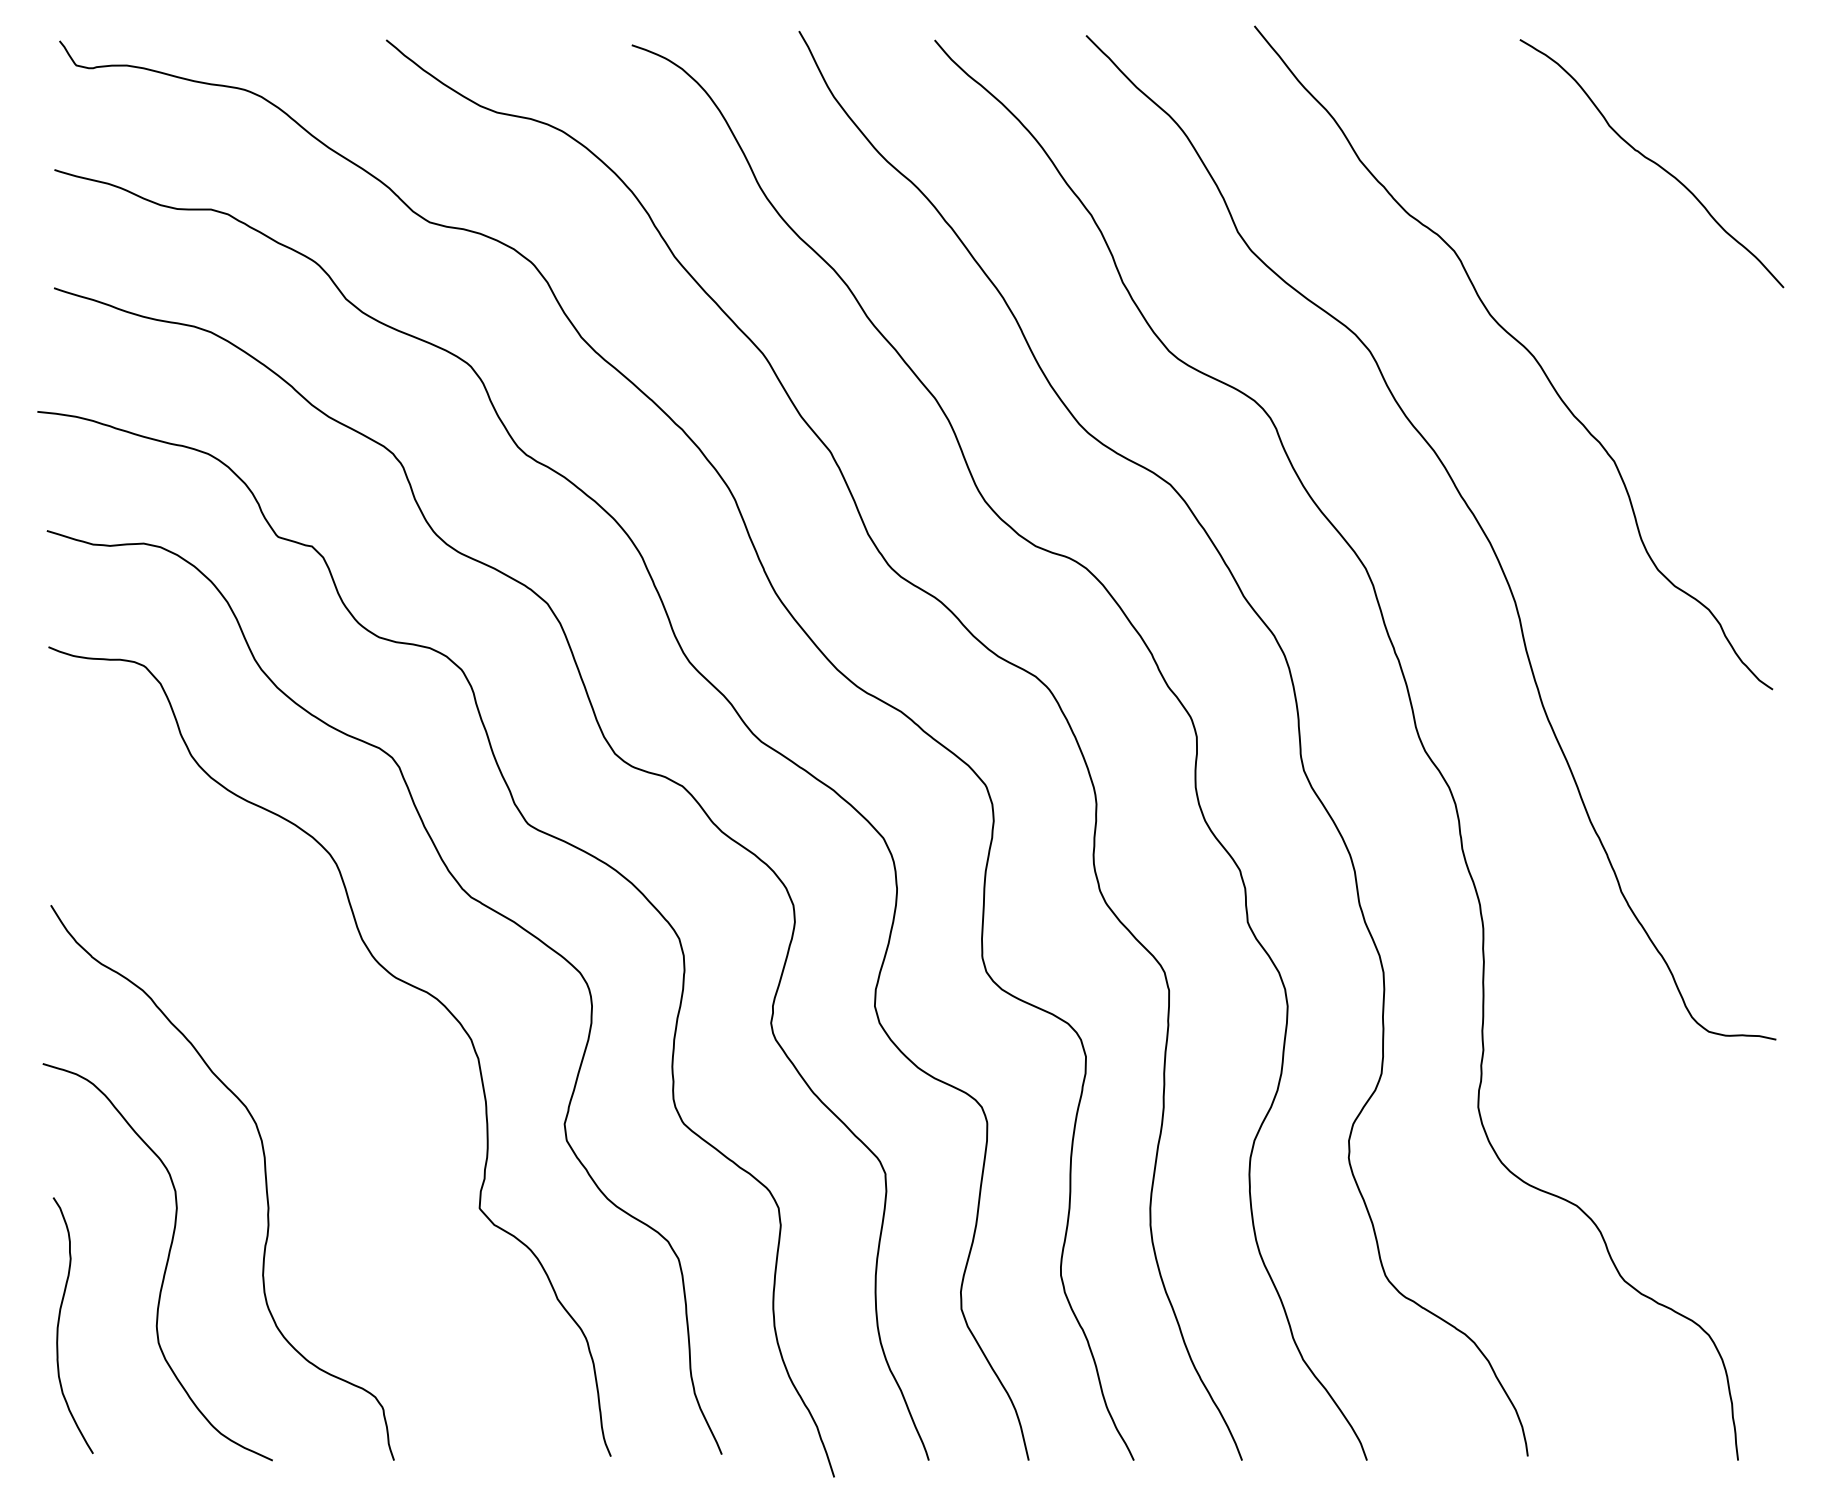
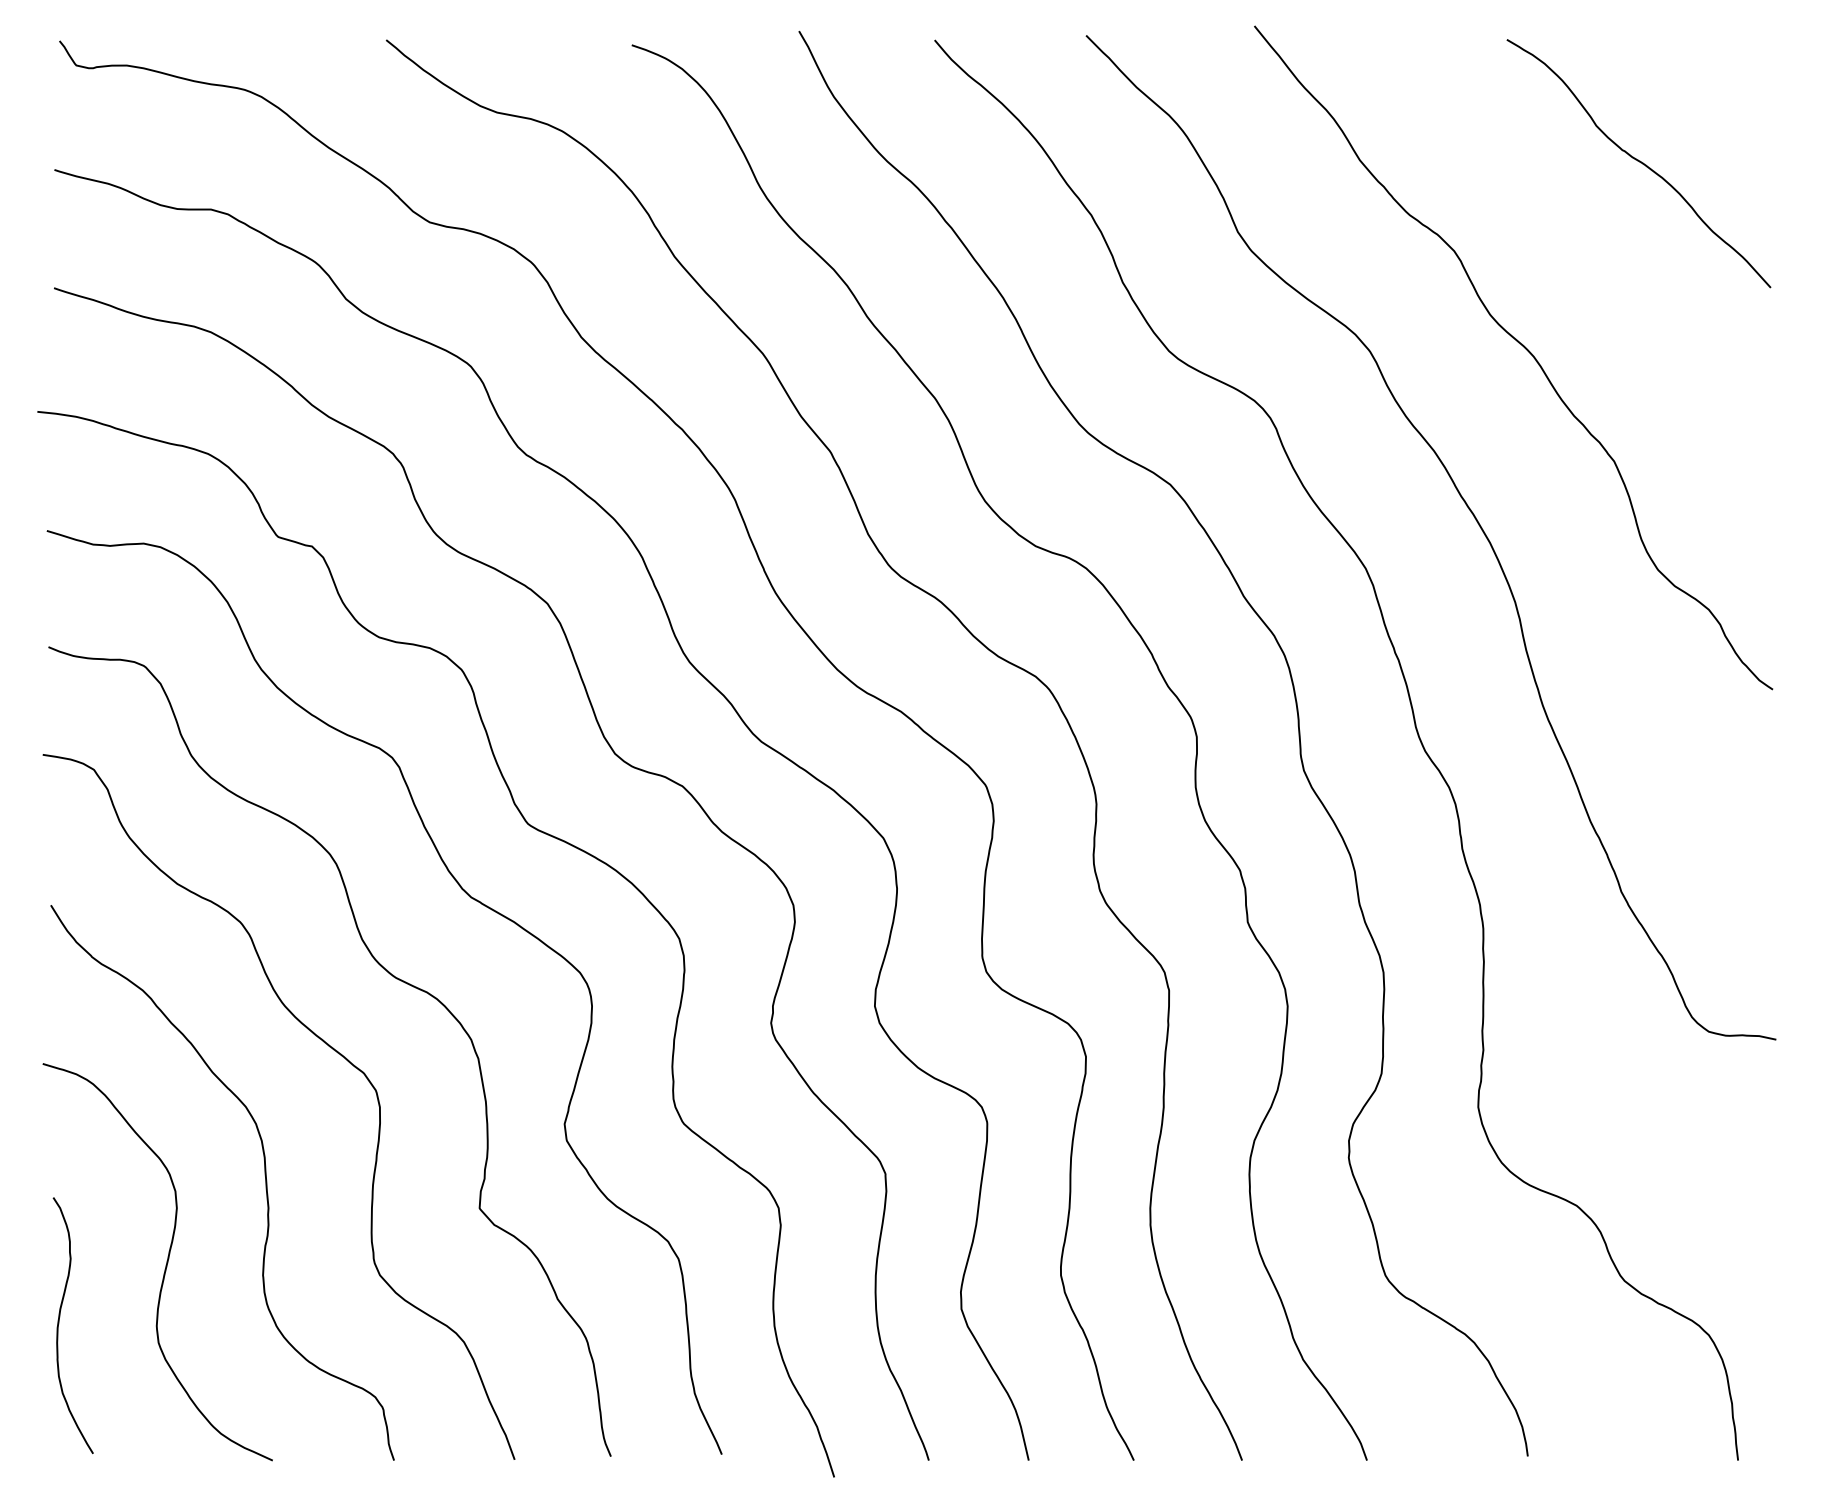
curve at (1652, 162) position: (1652, 162) -> (1639, 162)
curve at (329, 1047): none -> present
